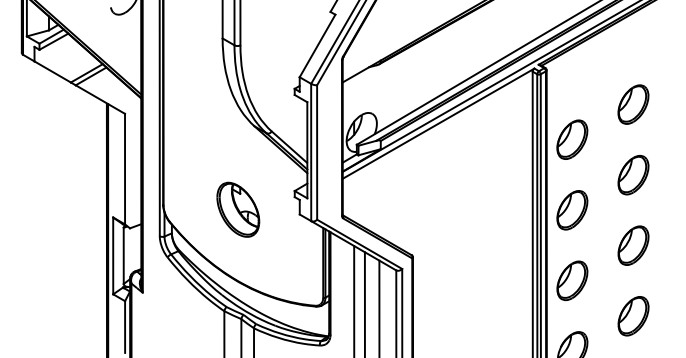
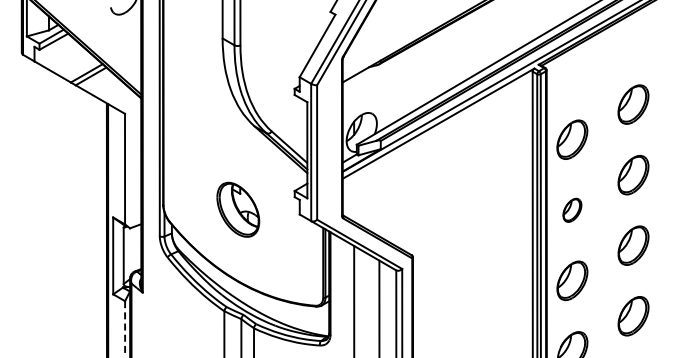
part at (572, 210) size: 33x41 px -> 21x26 px
line at (364, 303): present -> none
line at (125, 327): solid -> dashed
